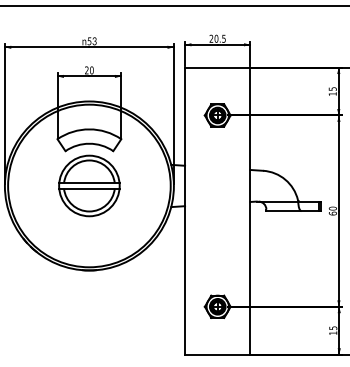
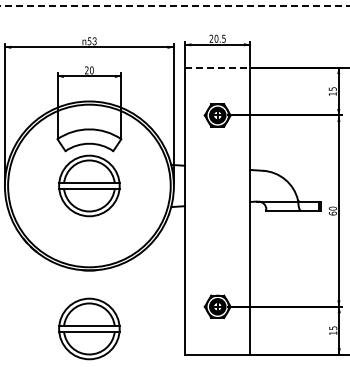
line at (175, 5): solid -> dashed
line at (217, 67): solid -> dashed
part at (89, 328): none -> present
